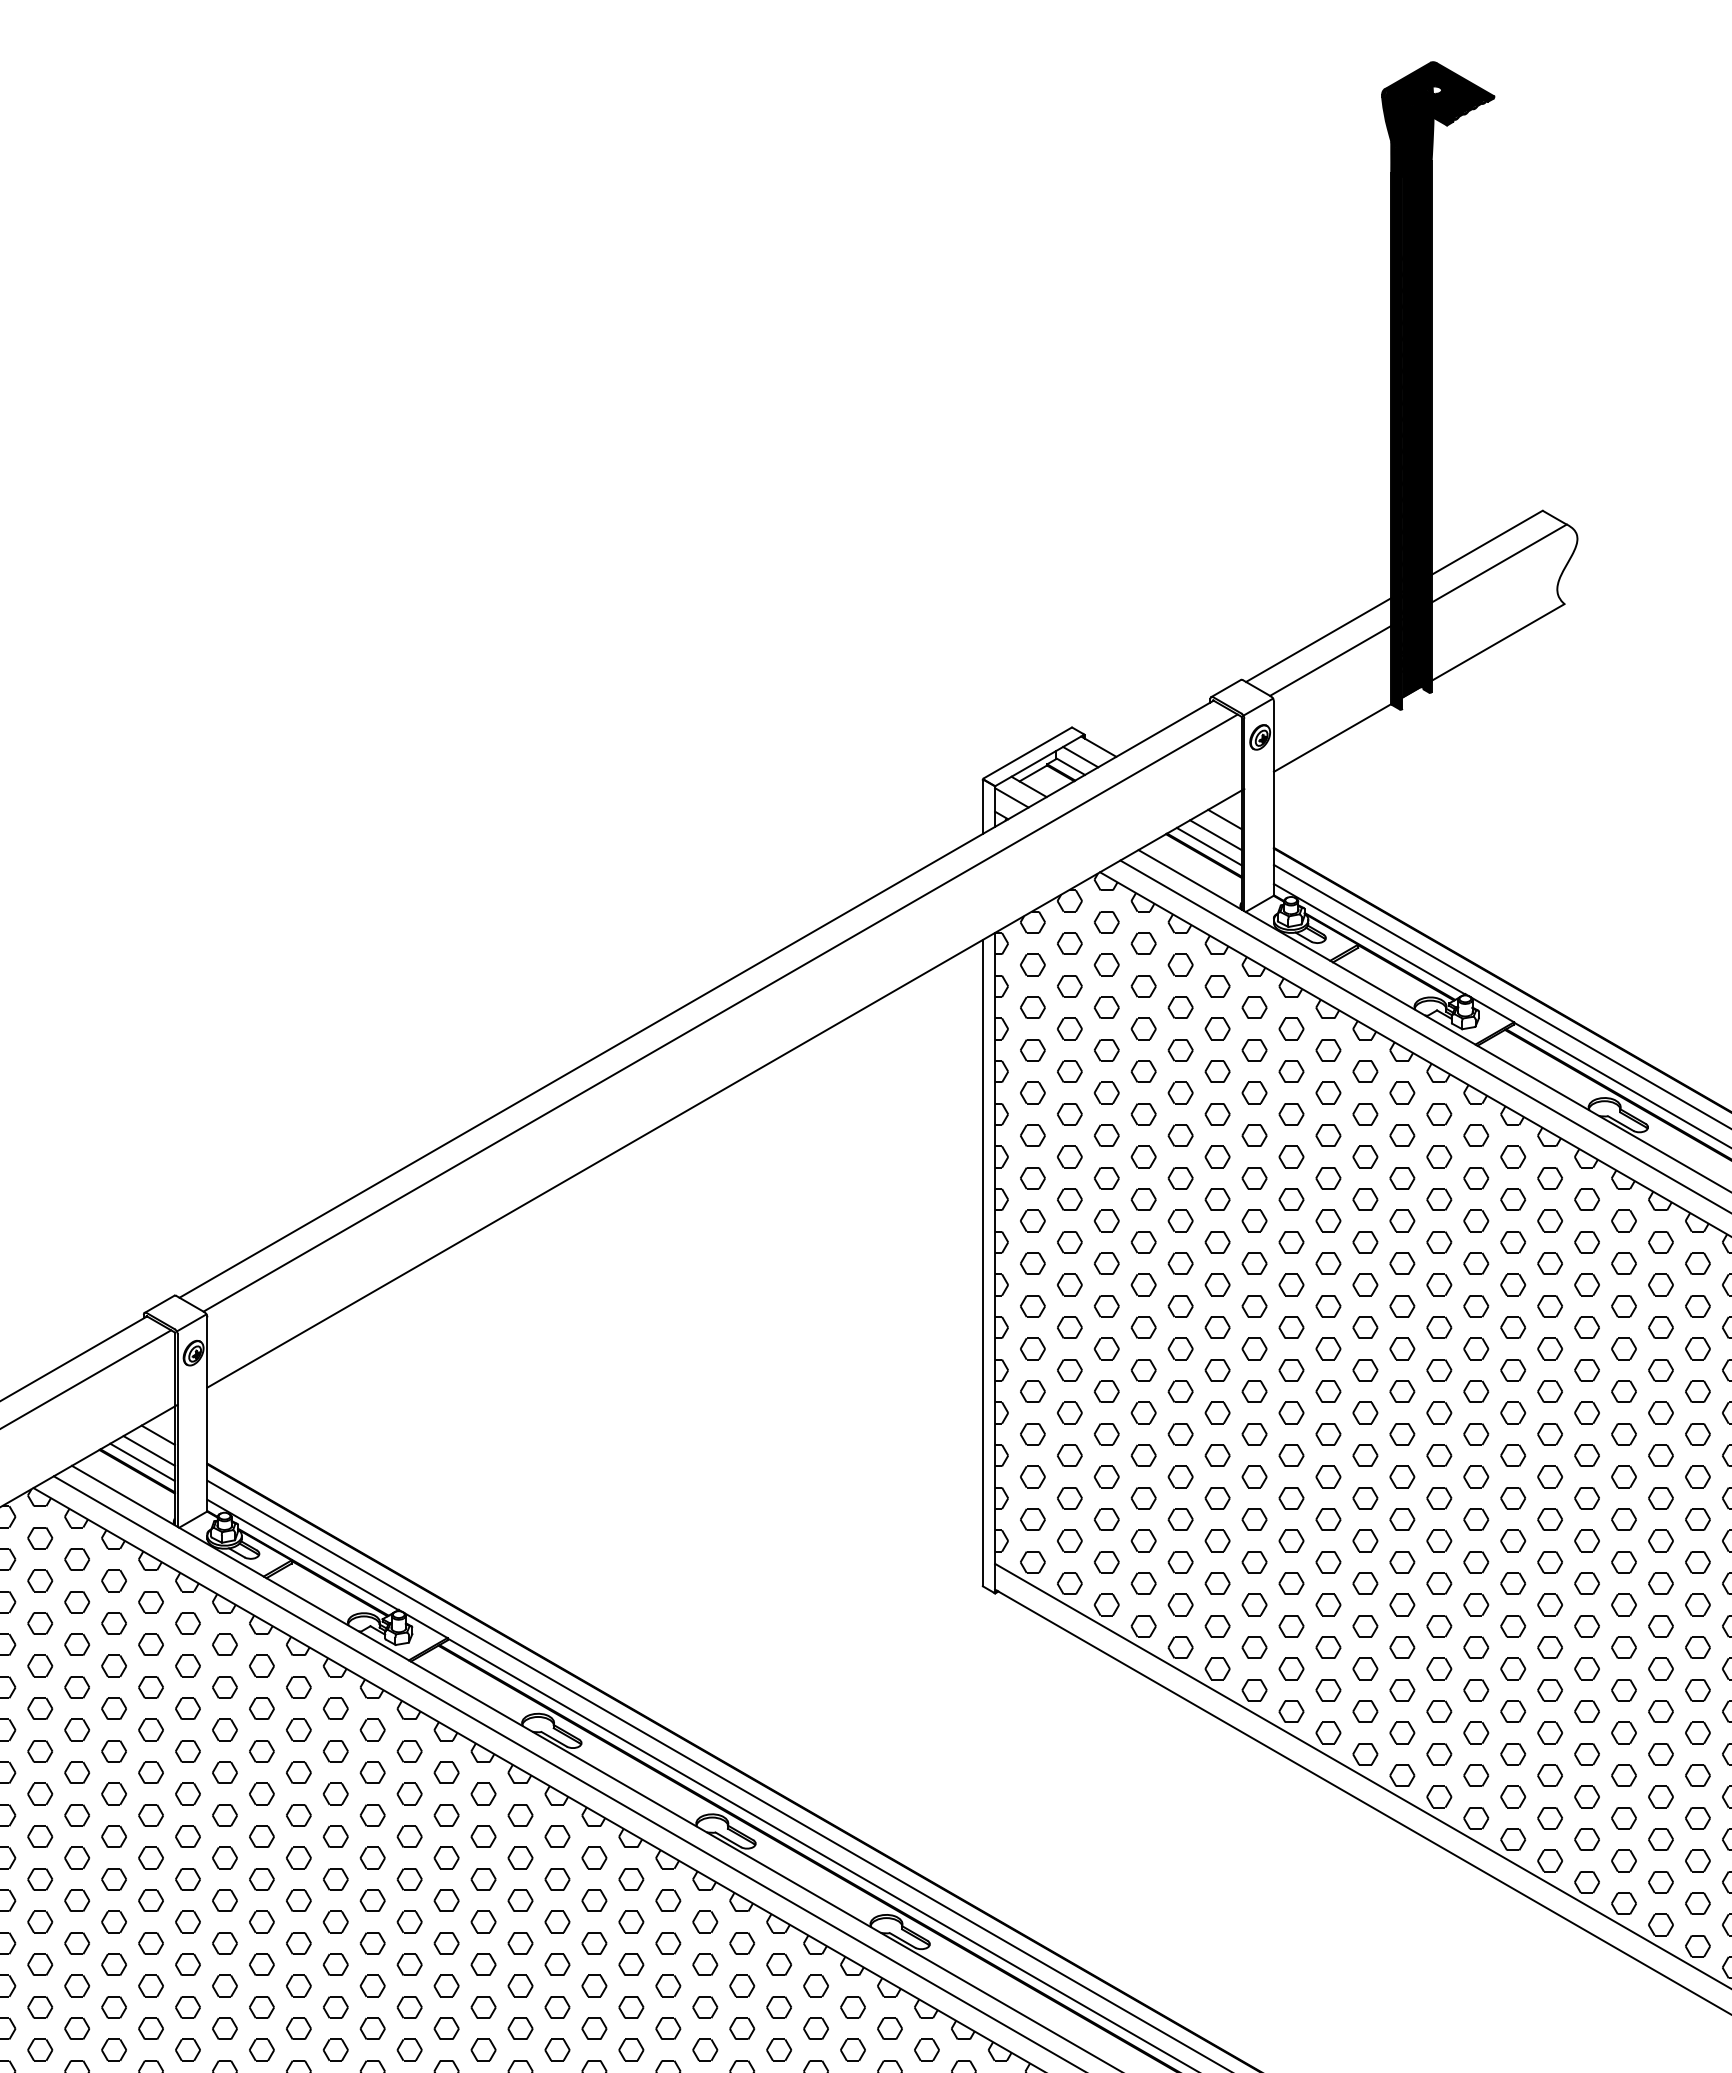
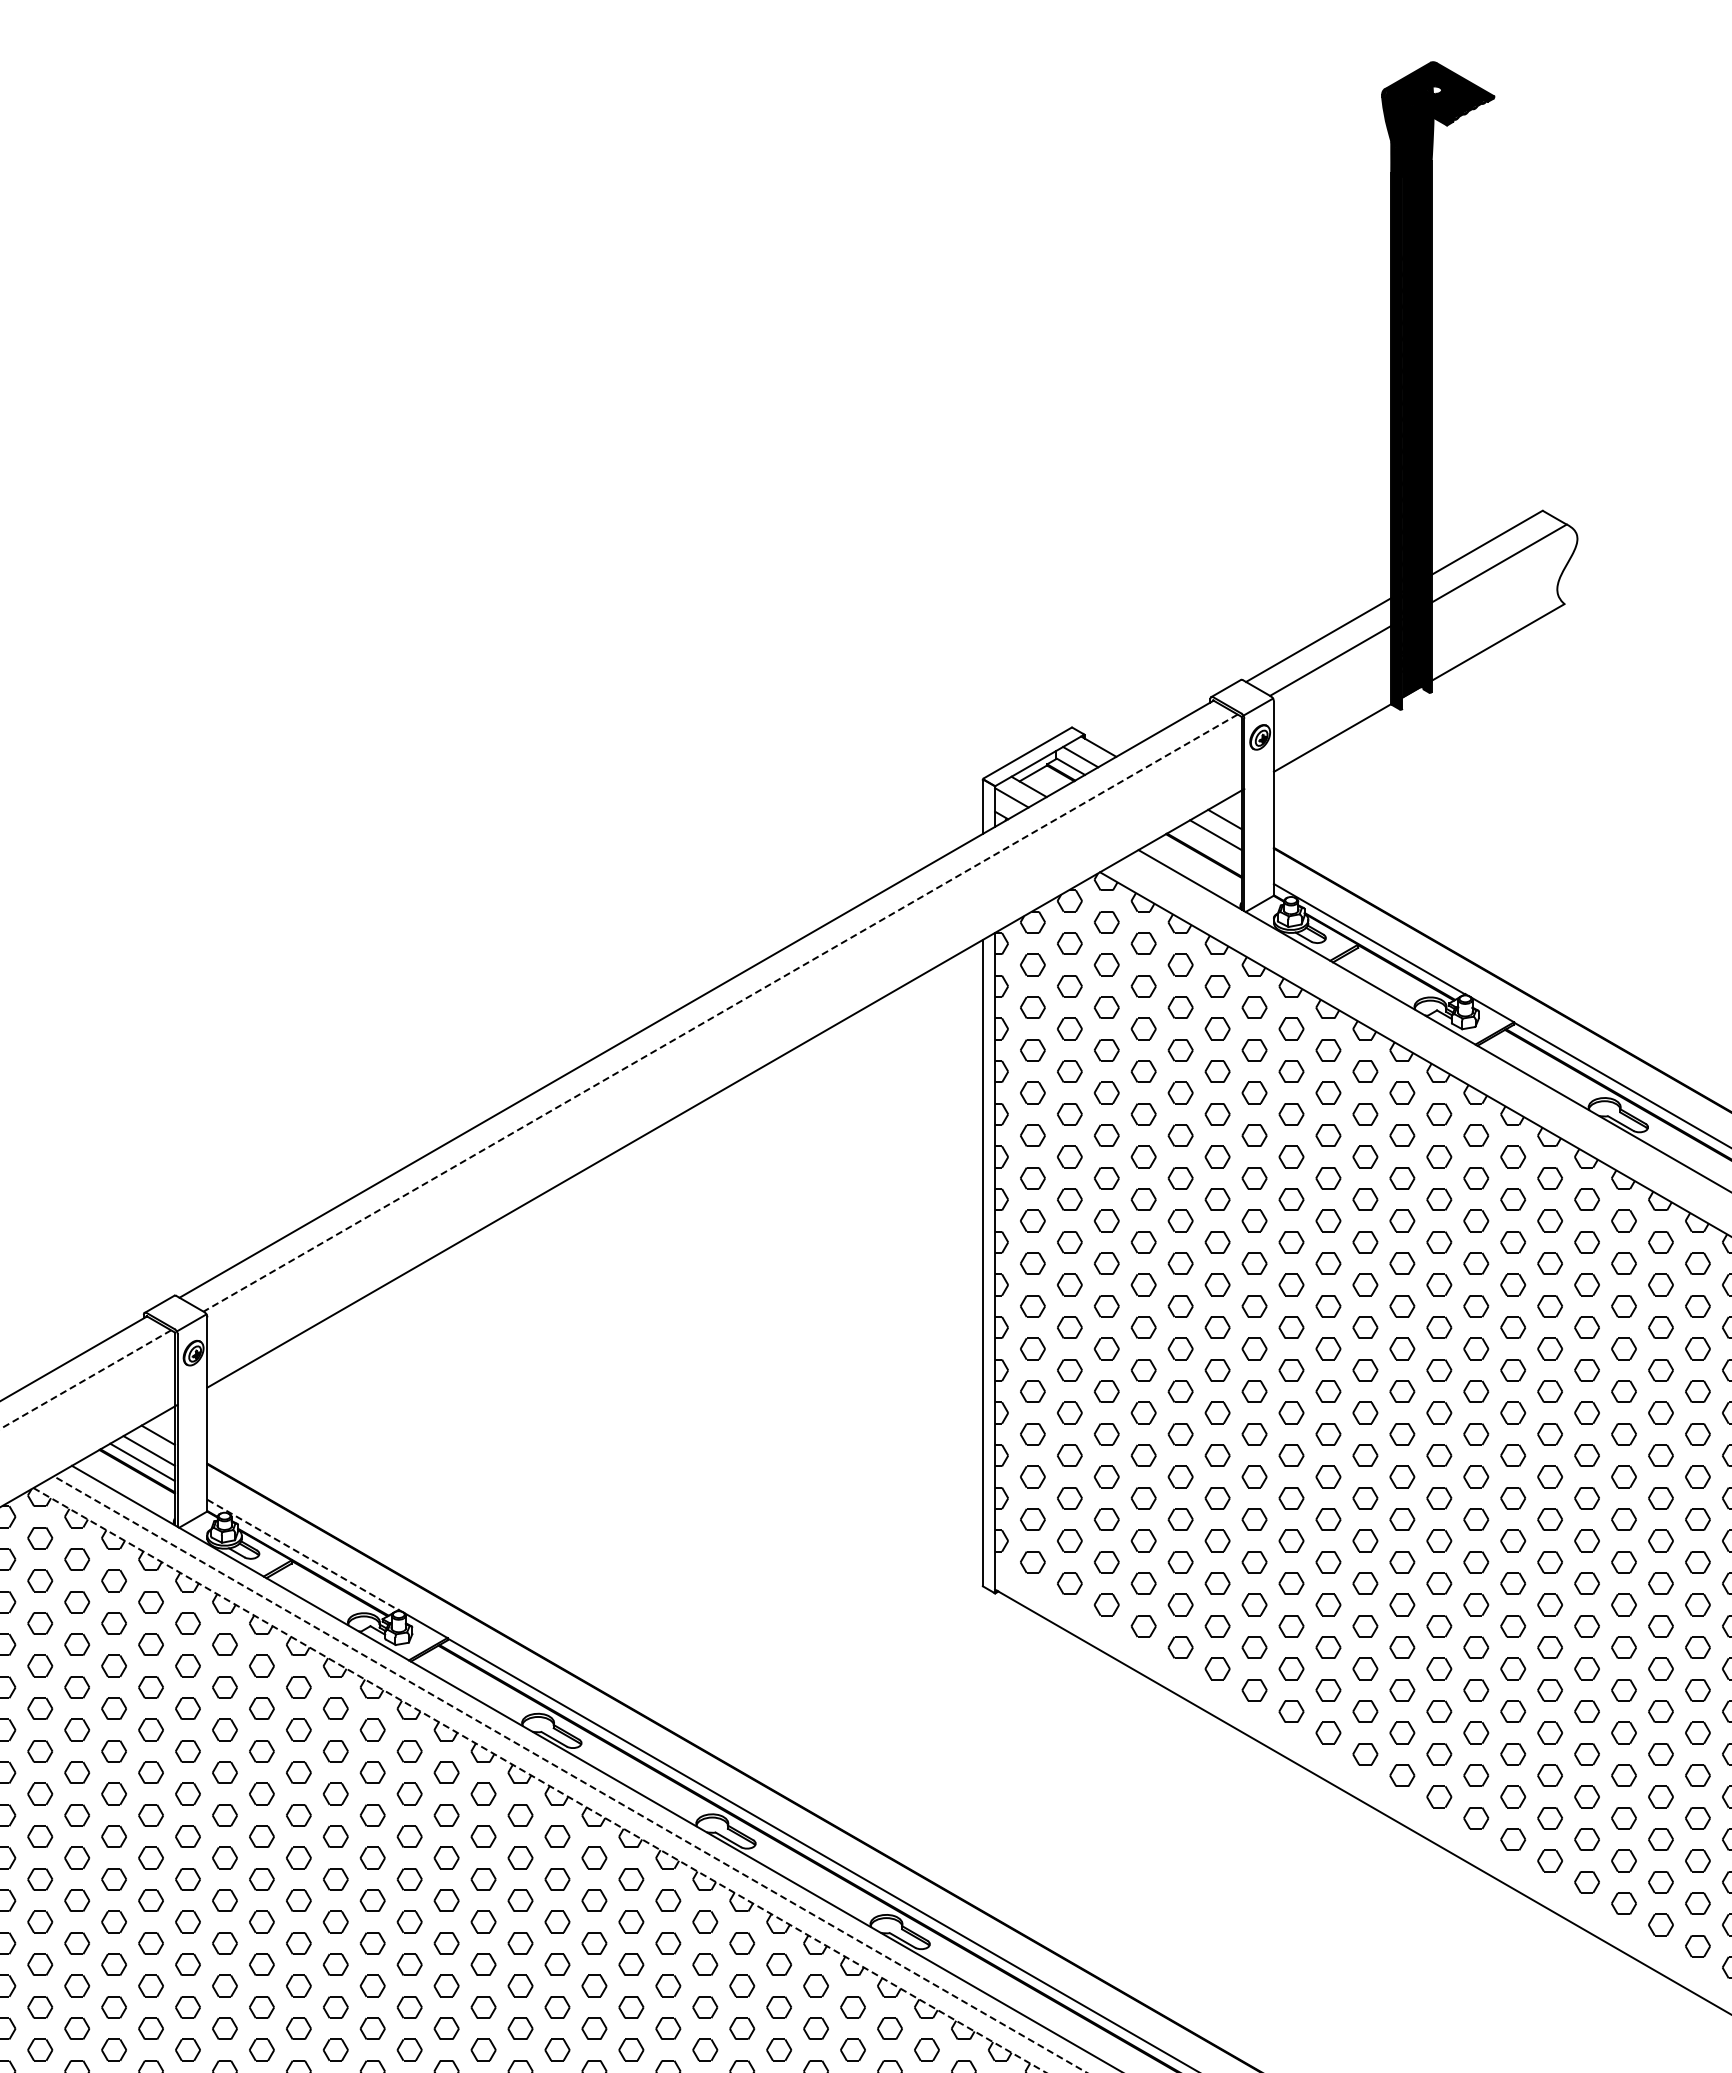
line at (1208, 846): present -> none
line at (1500, 995): present -> none
line at (720, 1013): solid -> dashed
line at (1424, 1035): present -> none
line at (85, 1379): solid -> dashed
line at (303, 1555): solid -> dashed
line at (570, 1774): solid -> dashed
line at (717, 1774): present -> none
line at (1361, 1775): present -> none
line at (539, 1780): solid -> dashed
